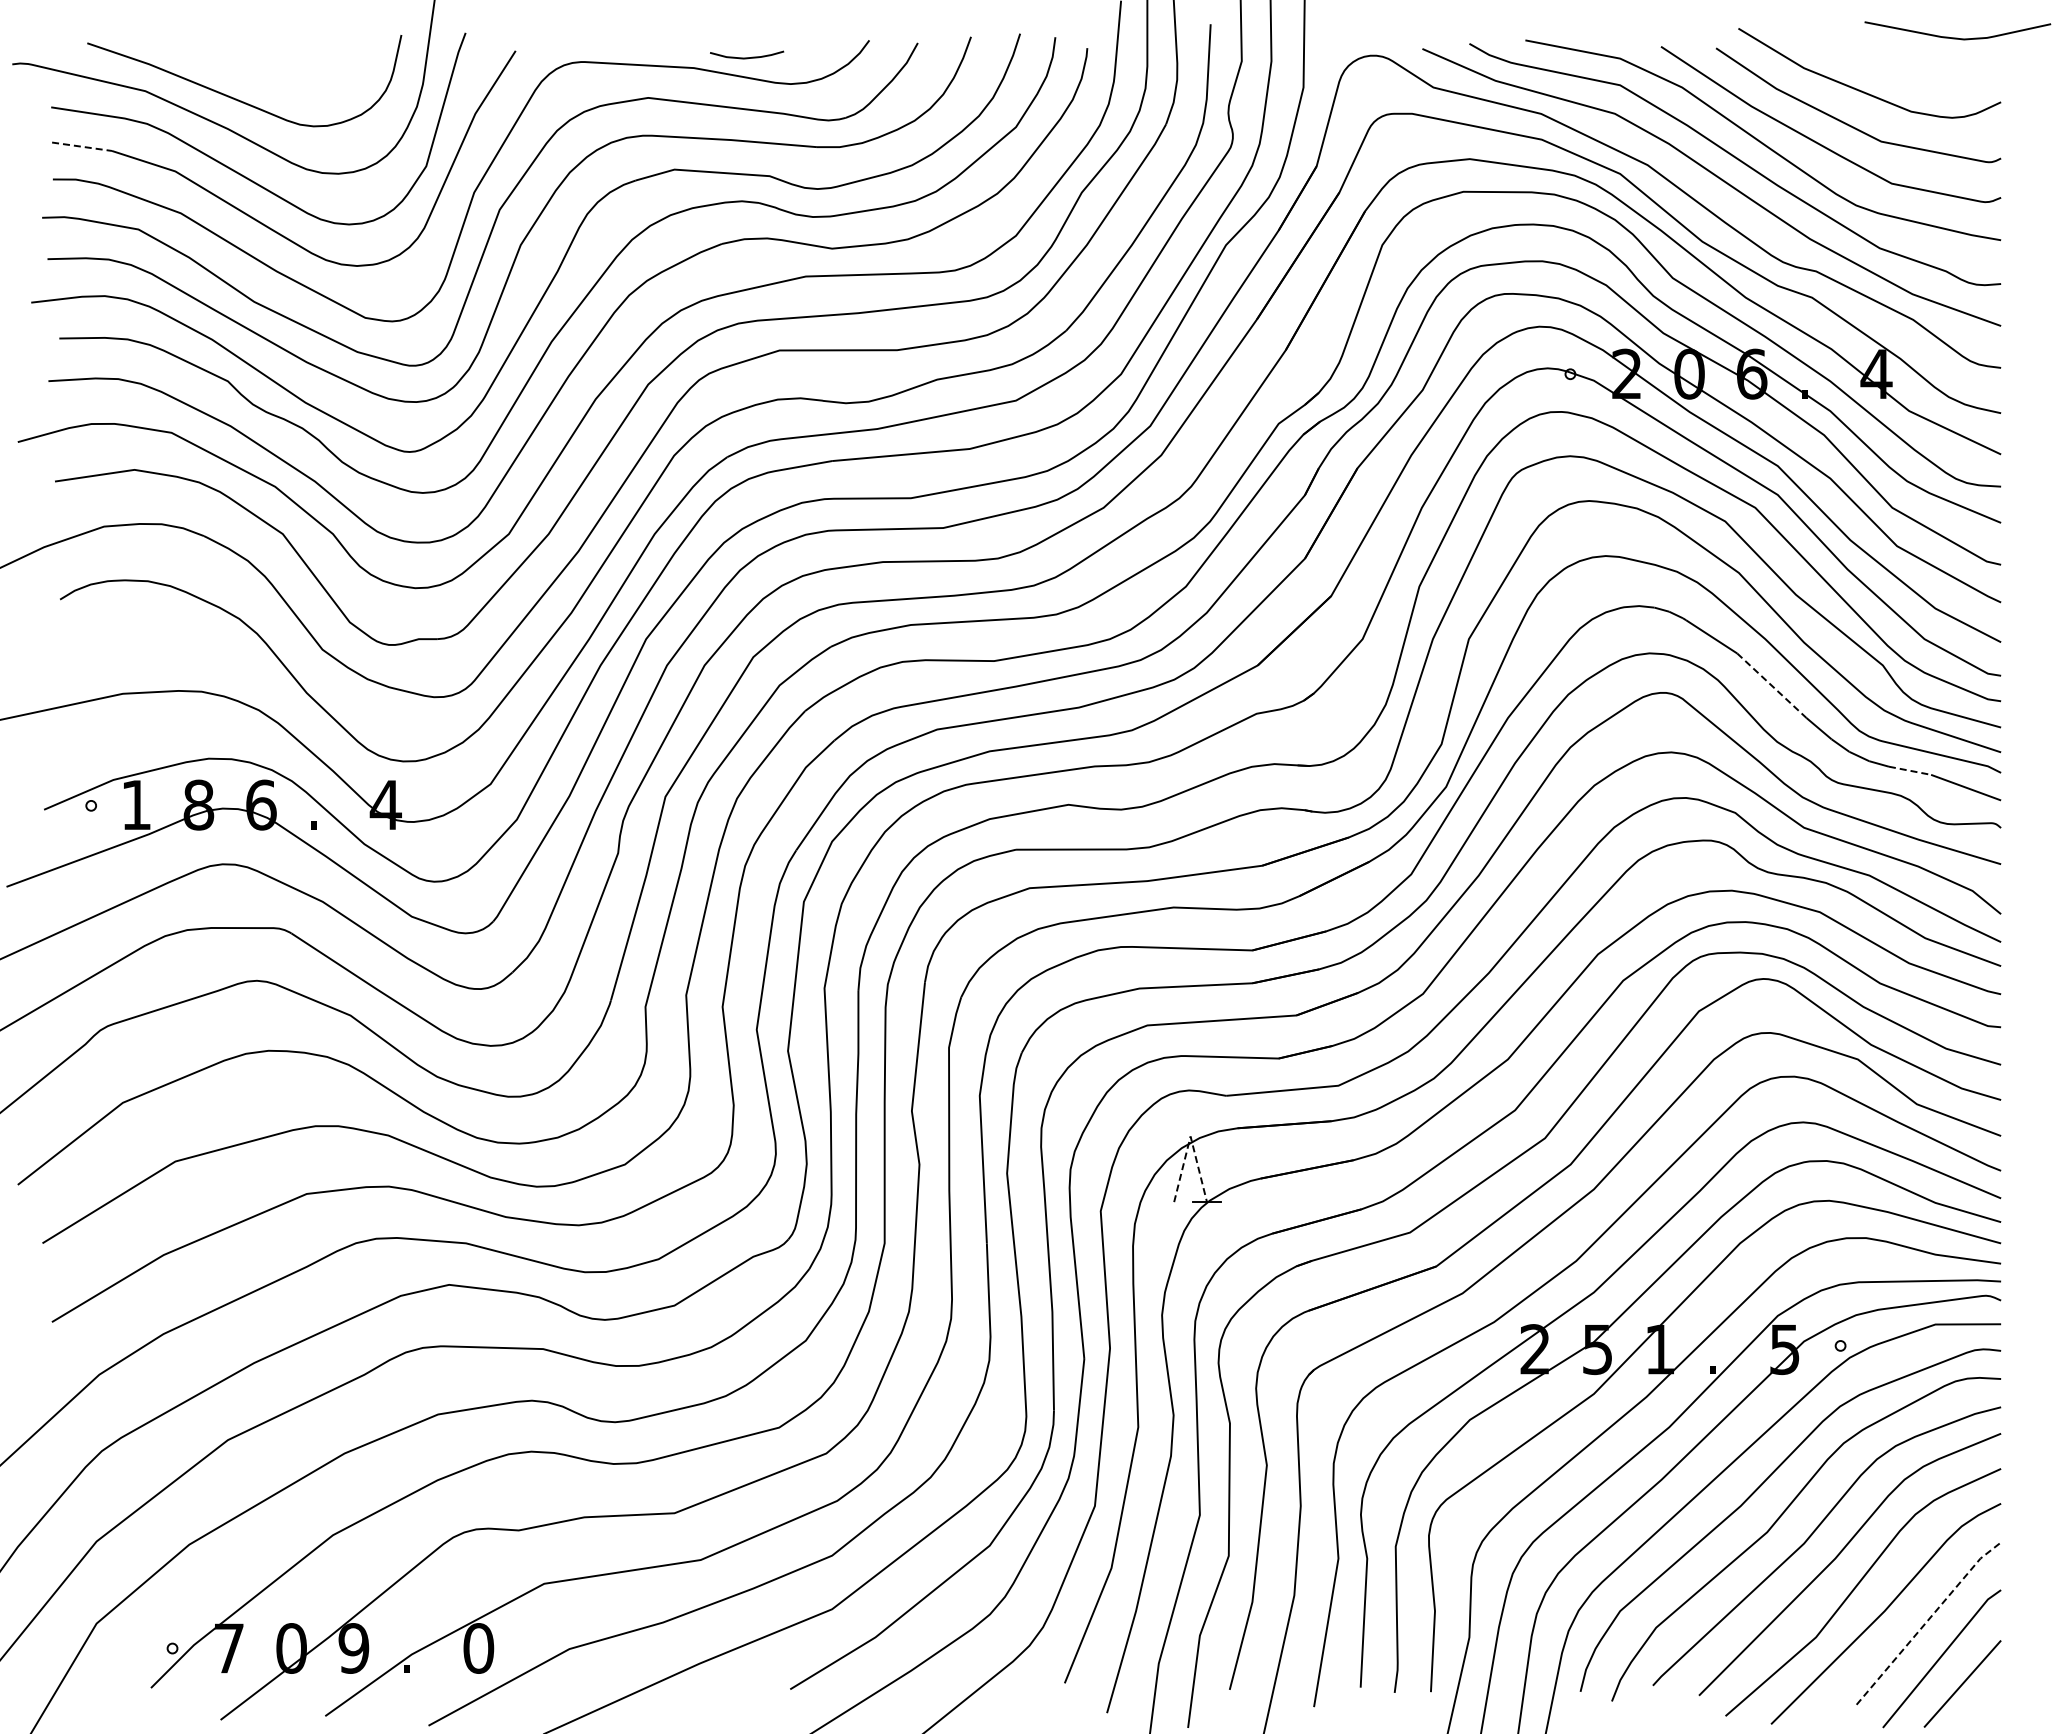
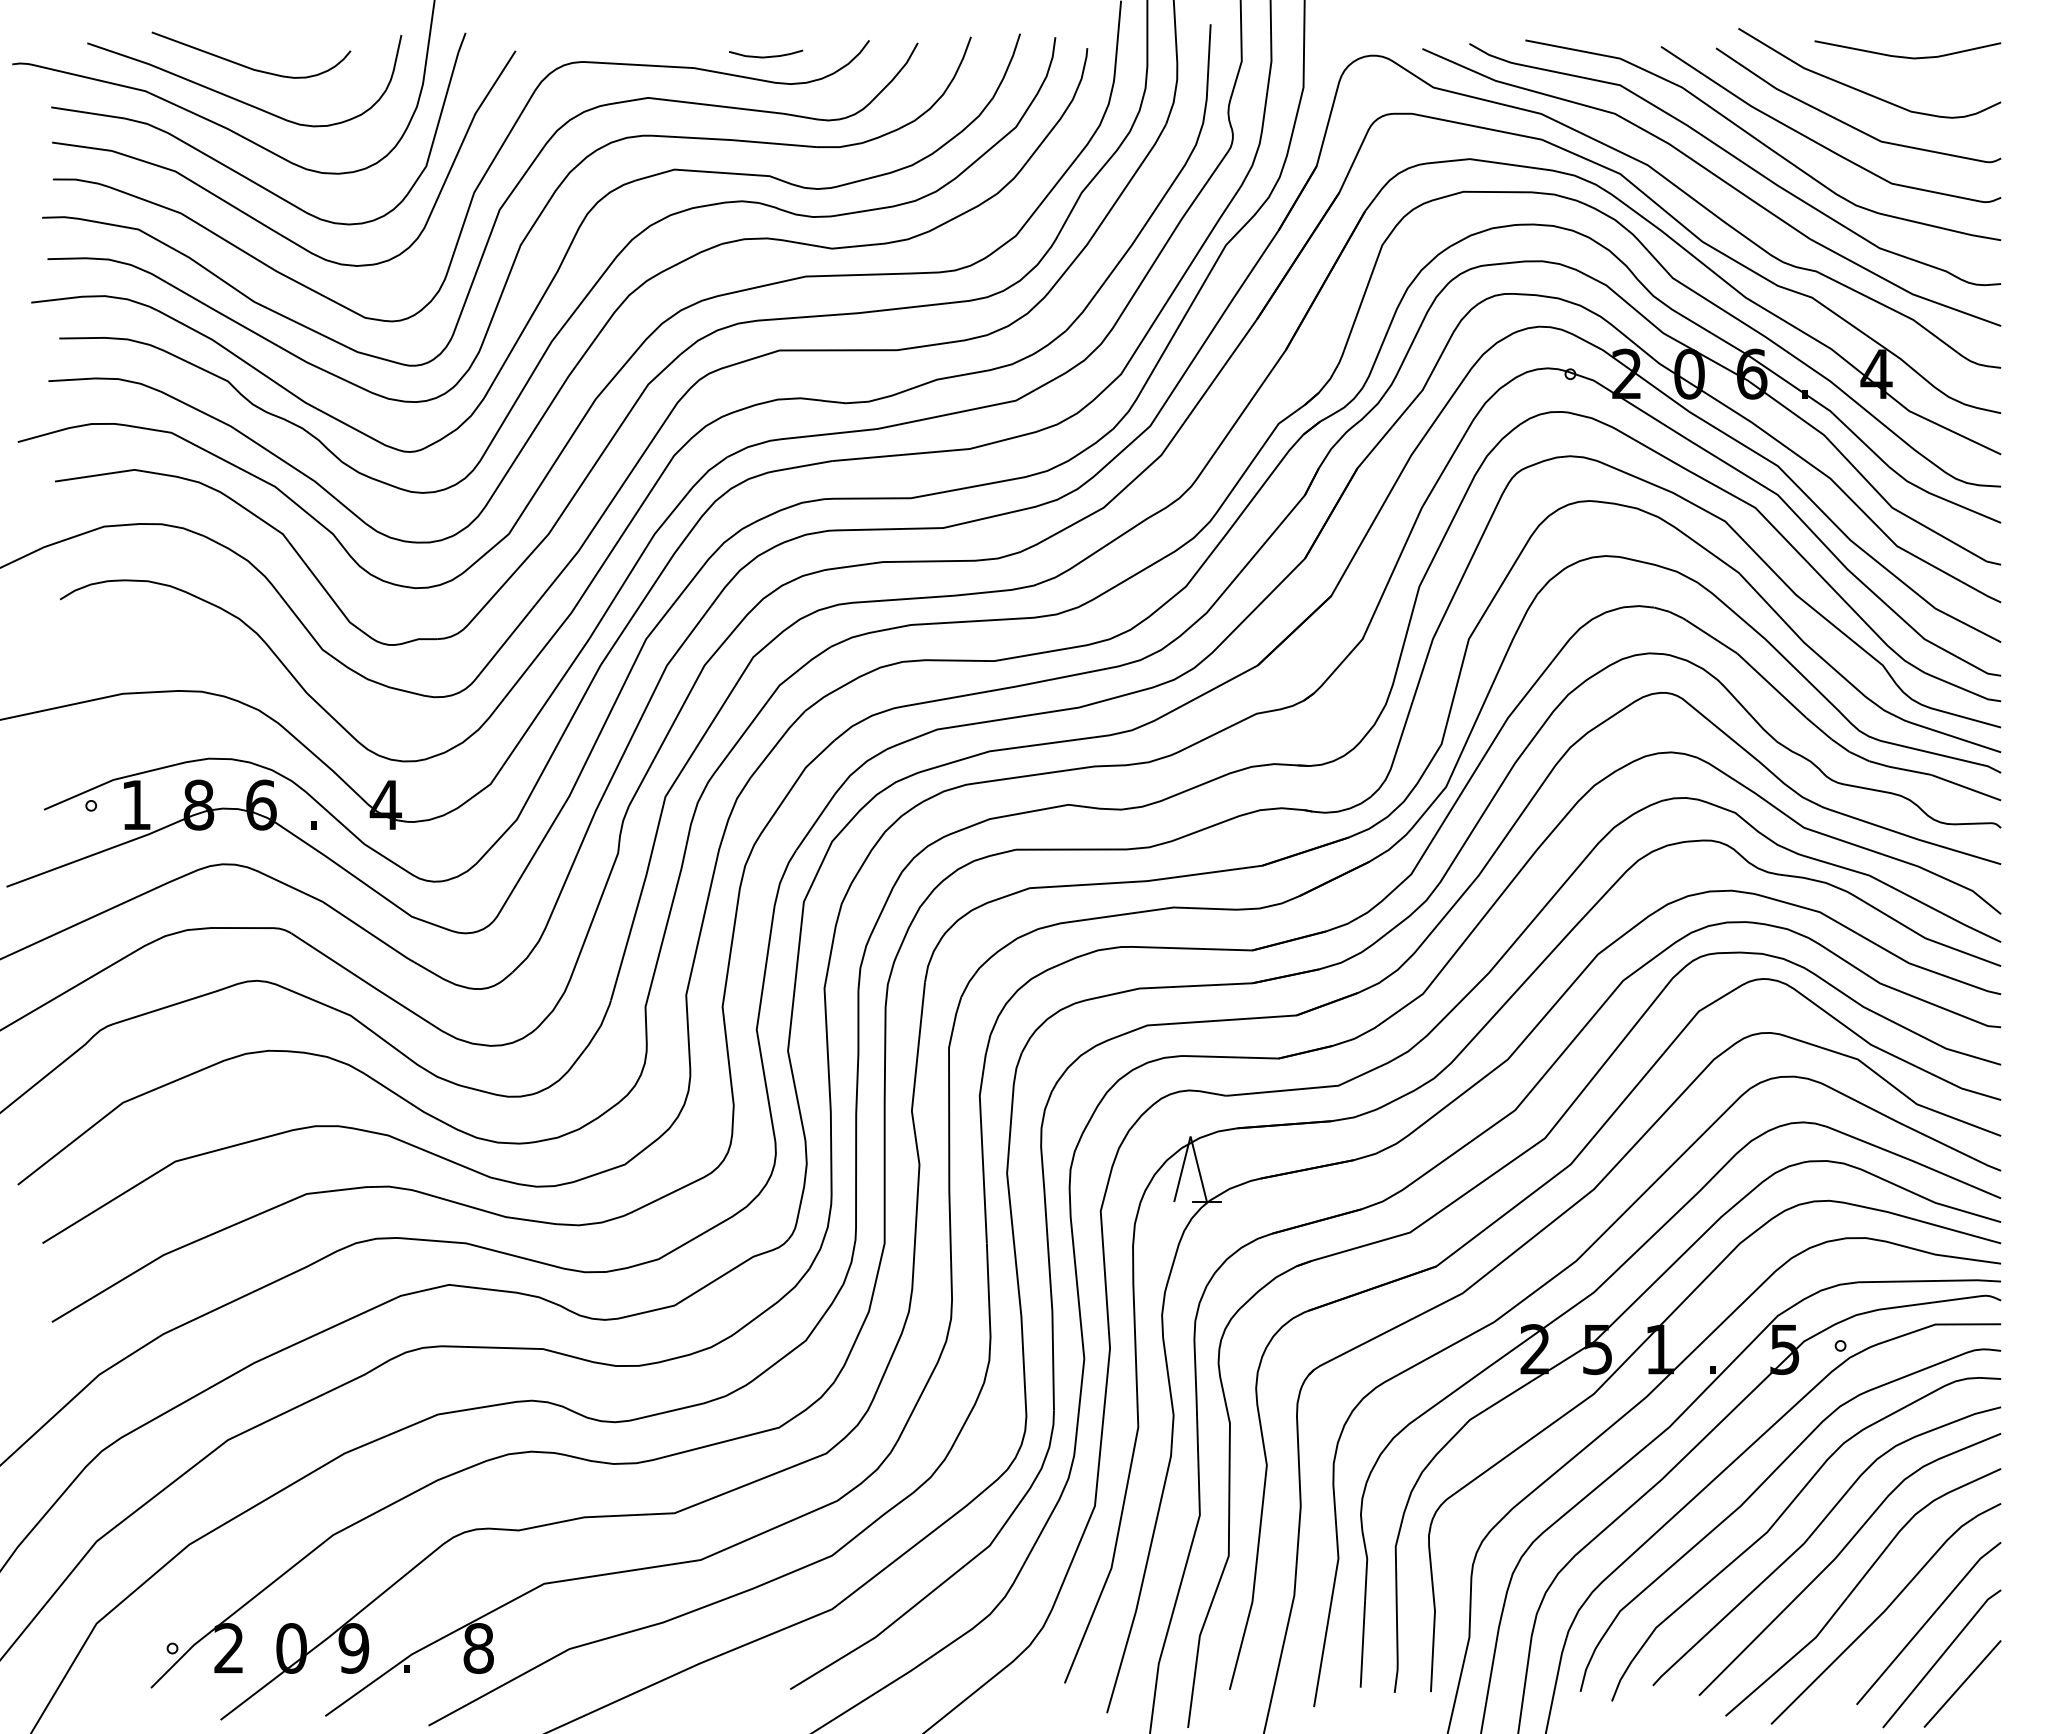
curve at (1957, 37) position: (1957, 37) -> (1907, 56)
curve at (747, 57) position: (747, 57) -> (766, 56)
curve at (248, 66): none -> present
line at (82, 146): dashed -> solid
line at (1772, 686): dashed -> solid
line at (1910, 770): dashed -> solid
line at (1190, 1136): dashed -> solid
line at (1927, 1621): dashed -> solid
text at (228, 1648): 7 -> 2
text at (478, 1648): 0 -> 8
